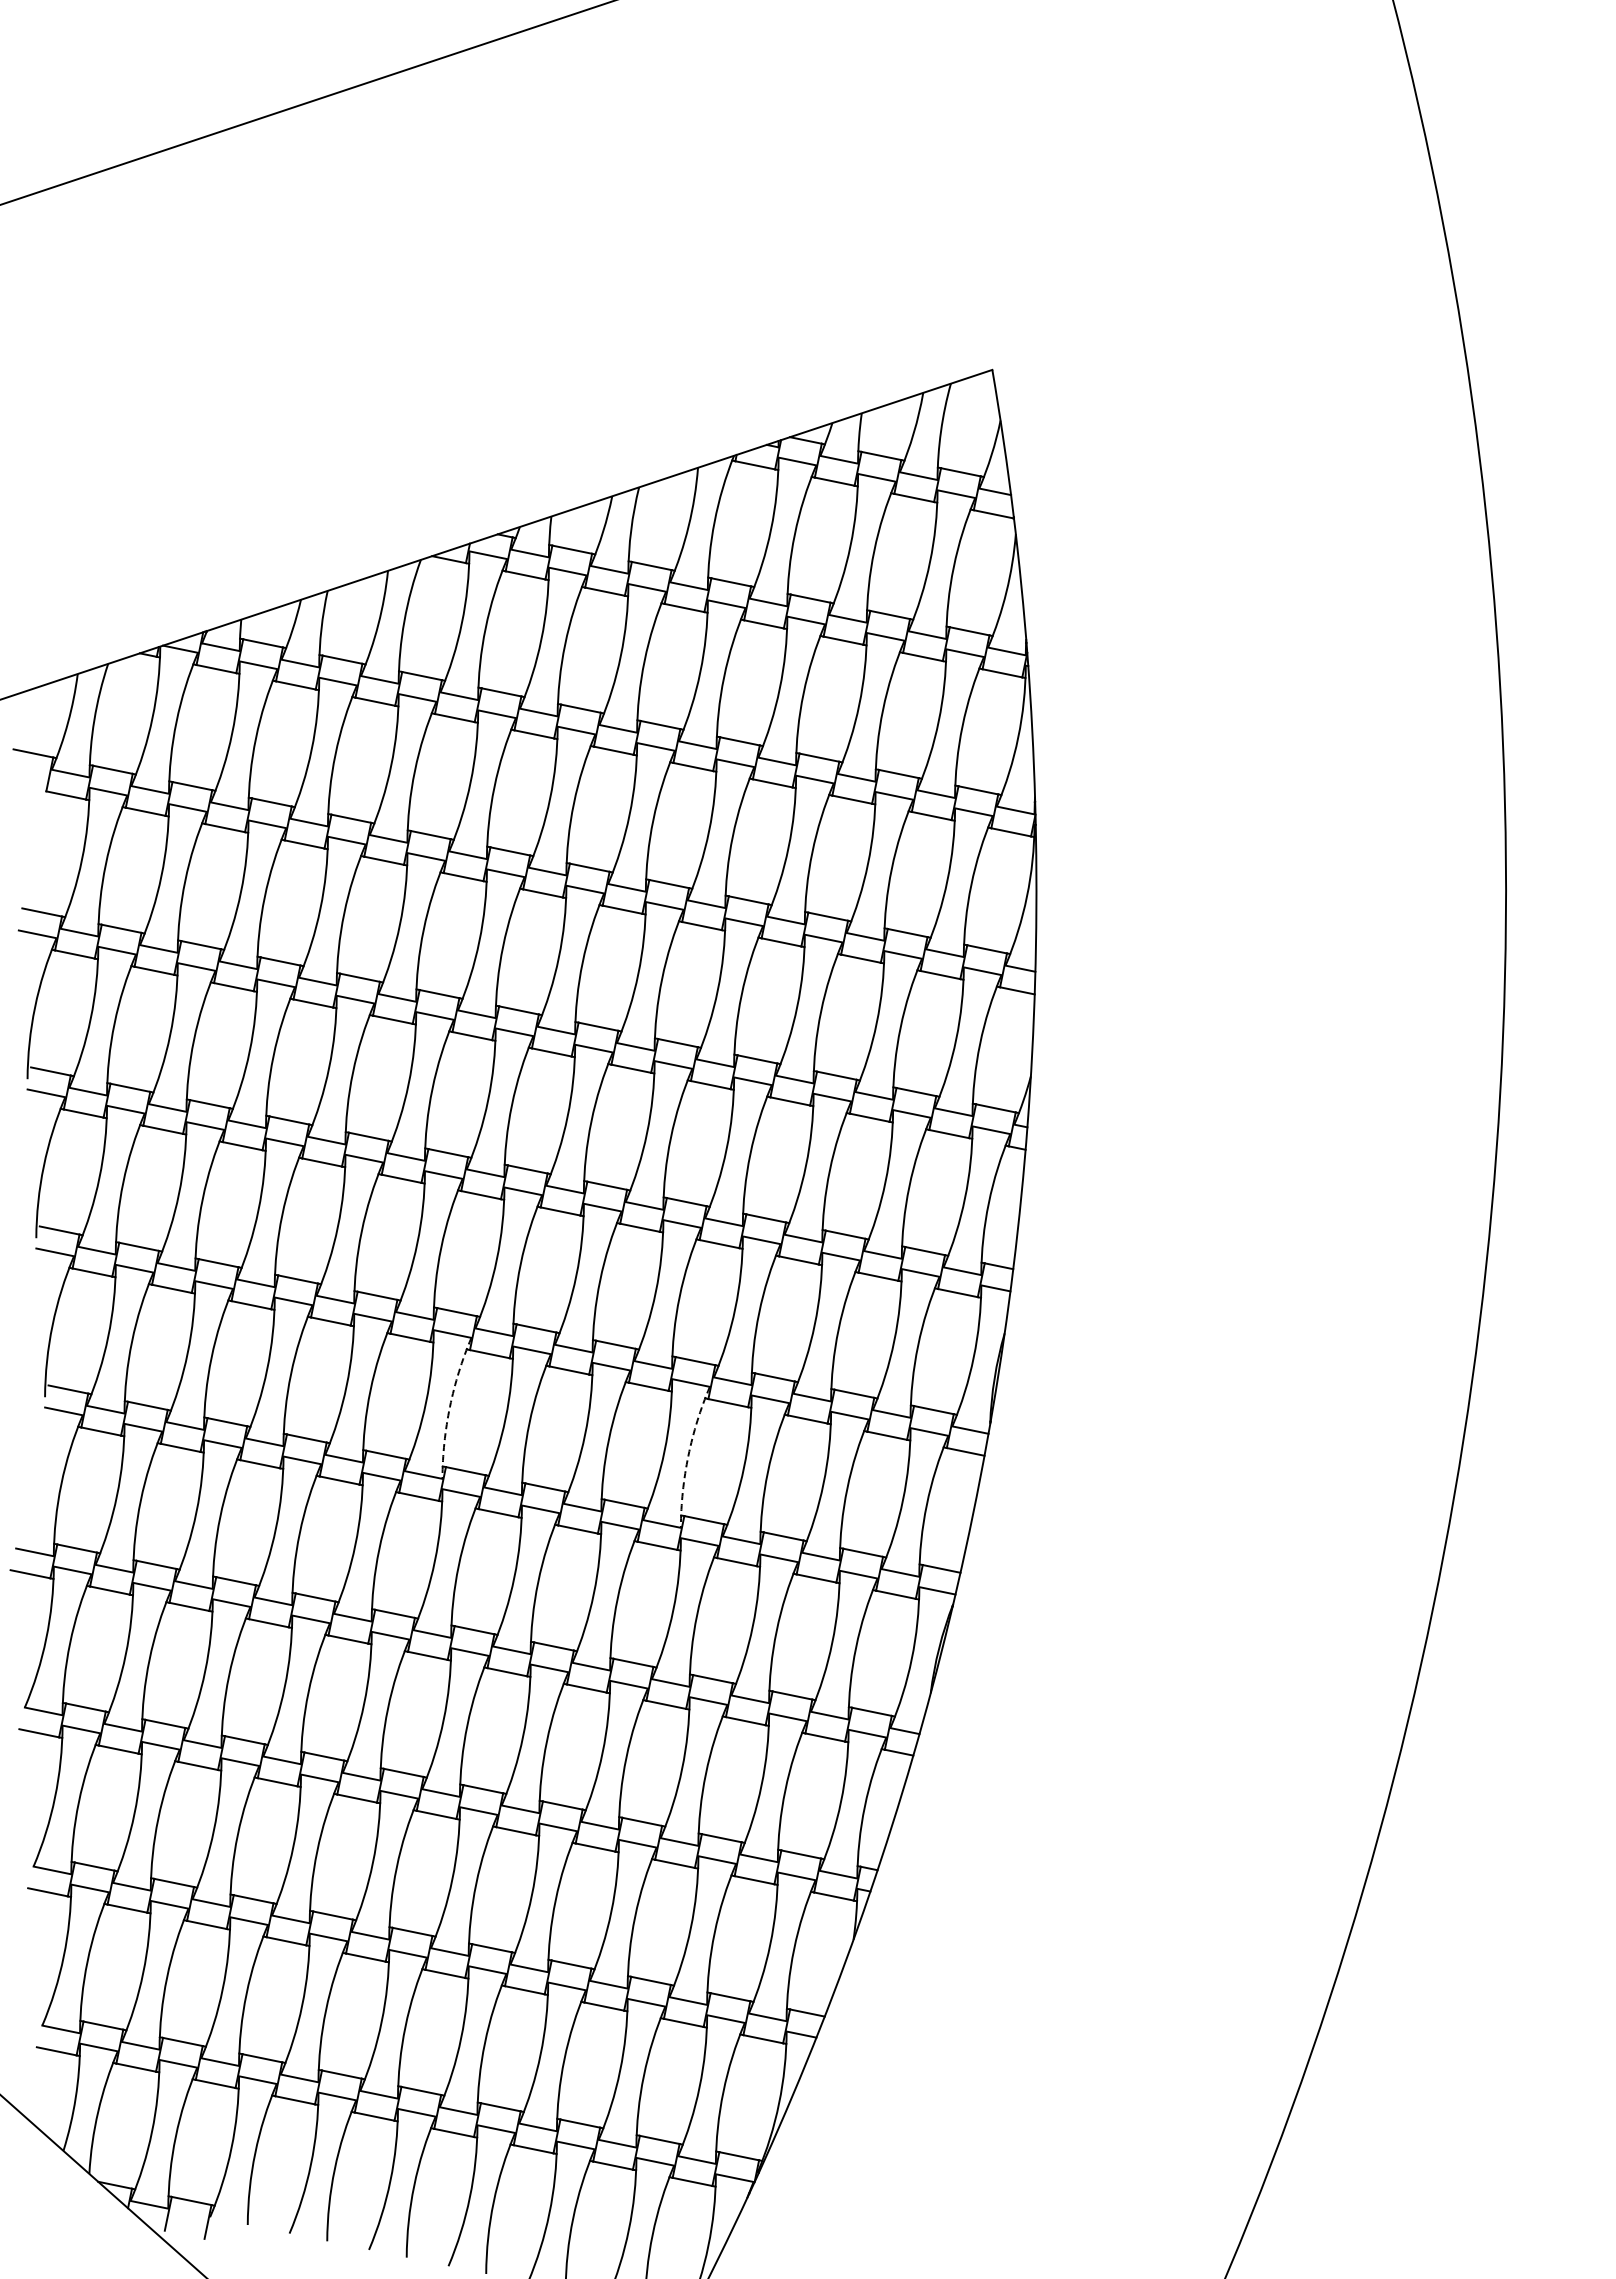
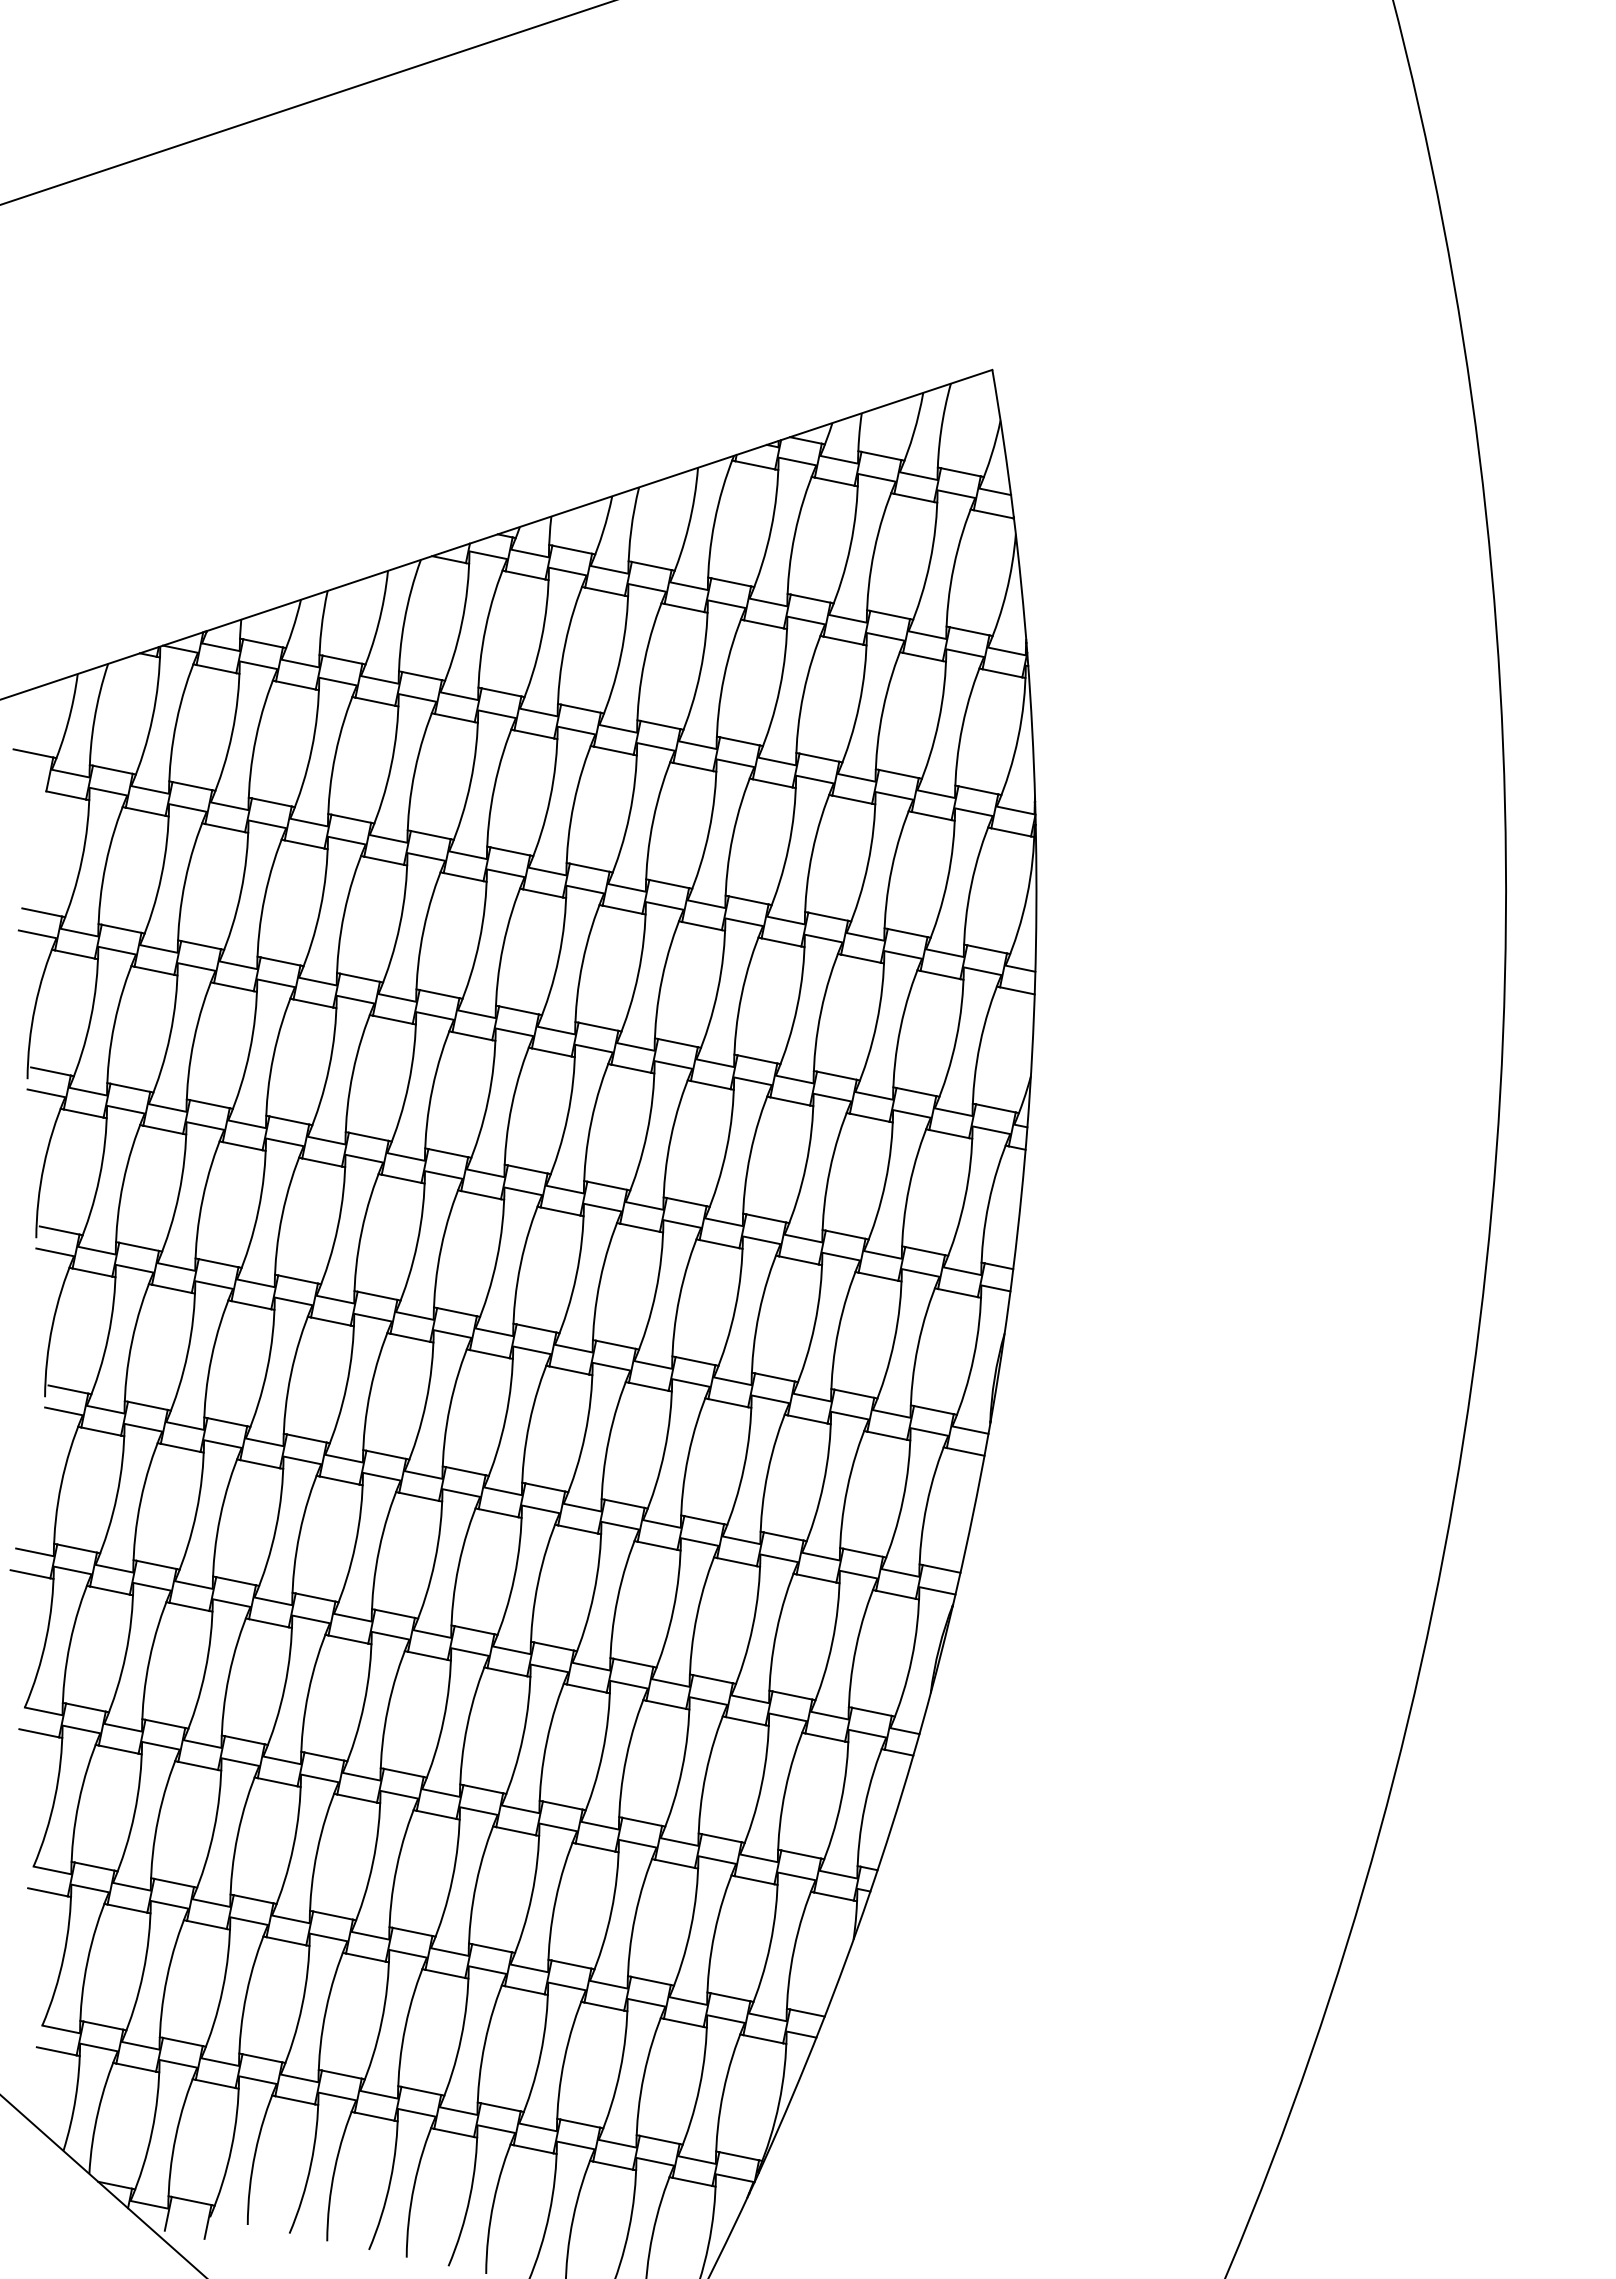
arc at (449, 1406): dashed -> solid
arc at (688, 1455): dashed -> solid
